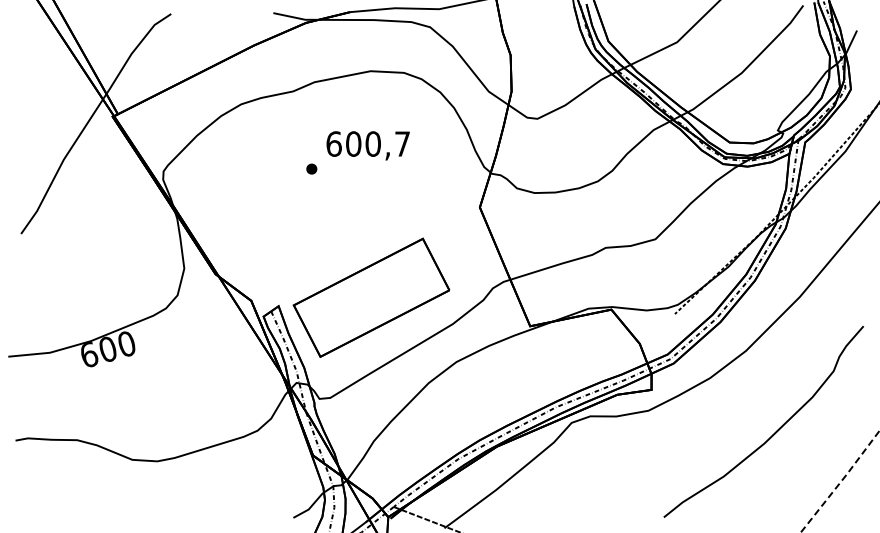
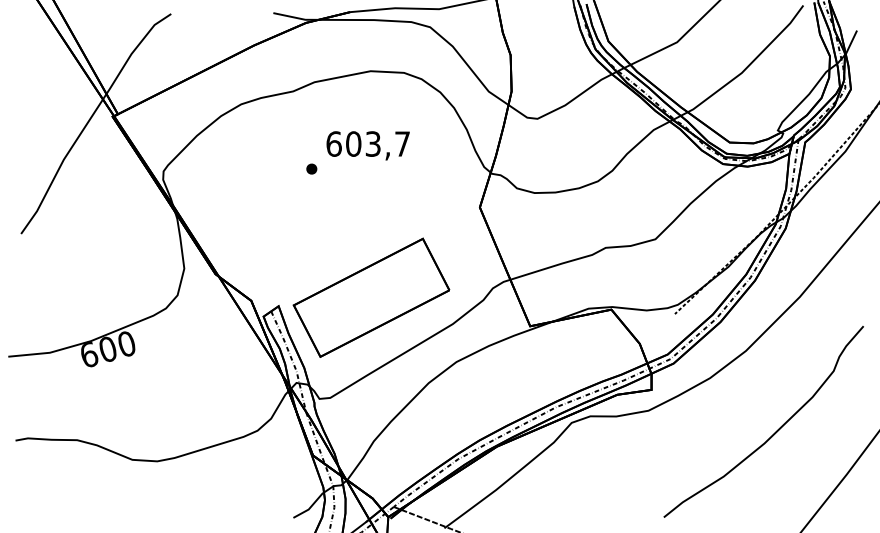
text at (372, 143): 600,7 -> 603,7
line at (841, 480): dashed -> solid
